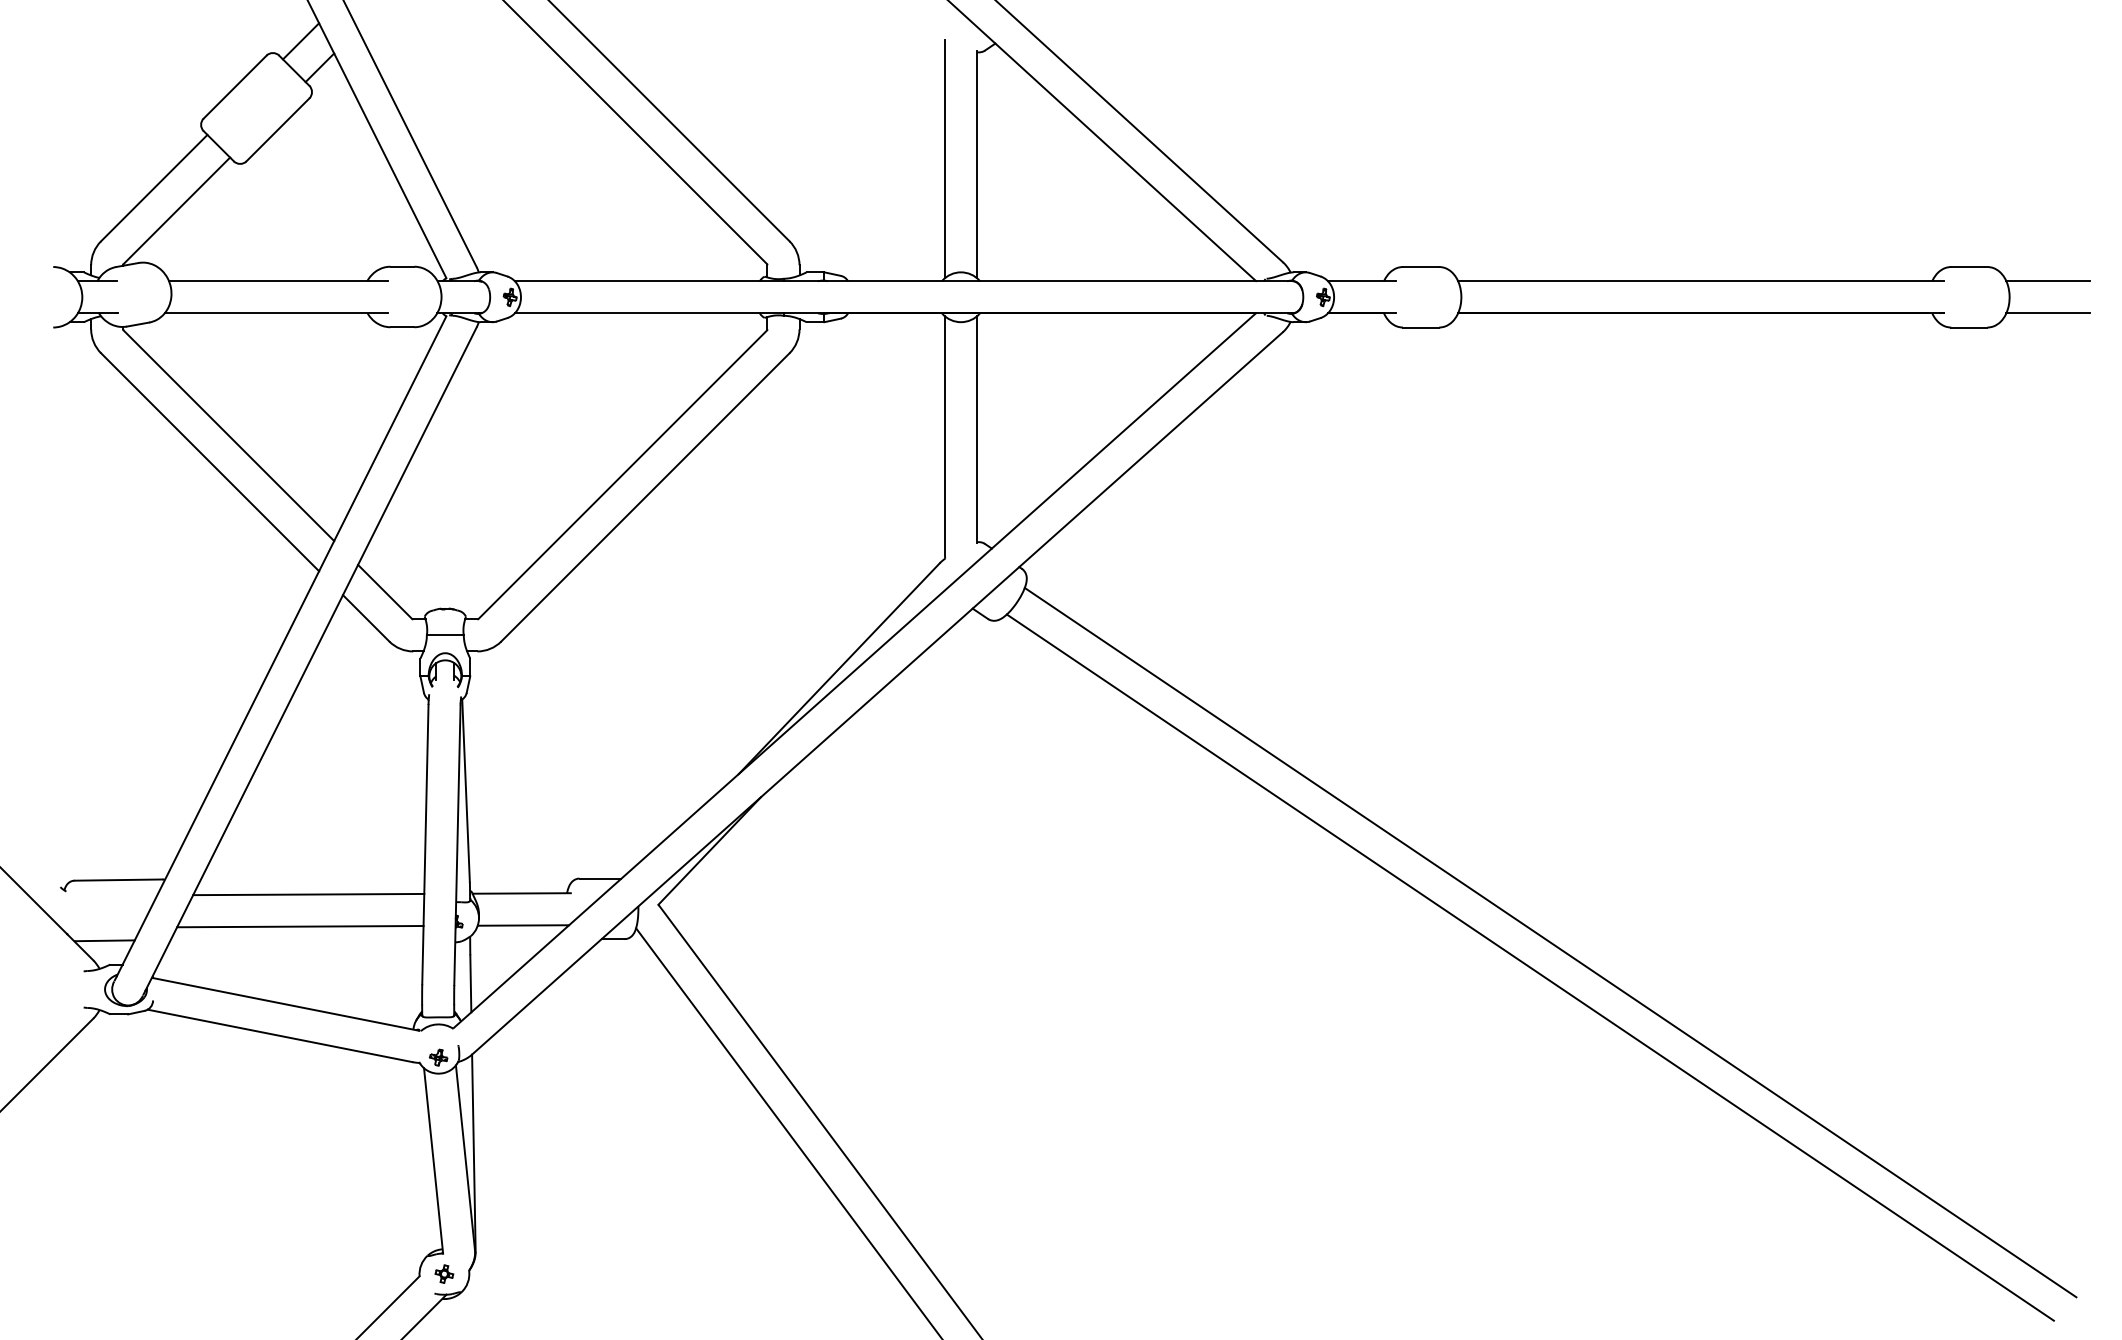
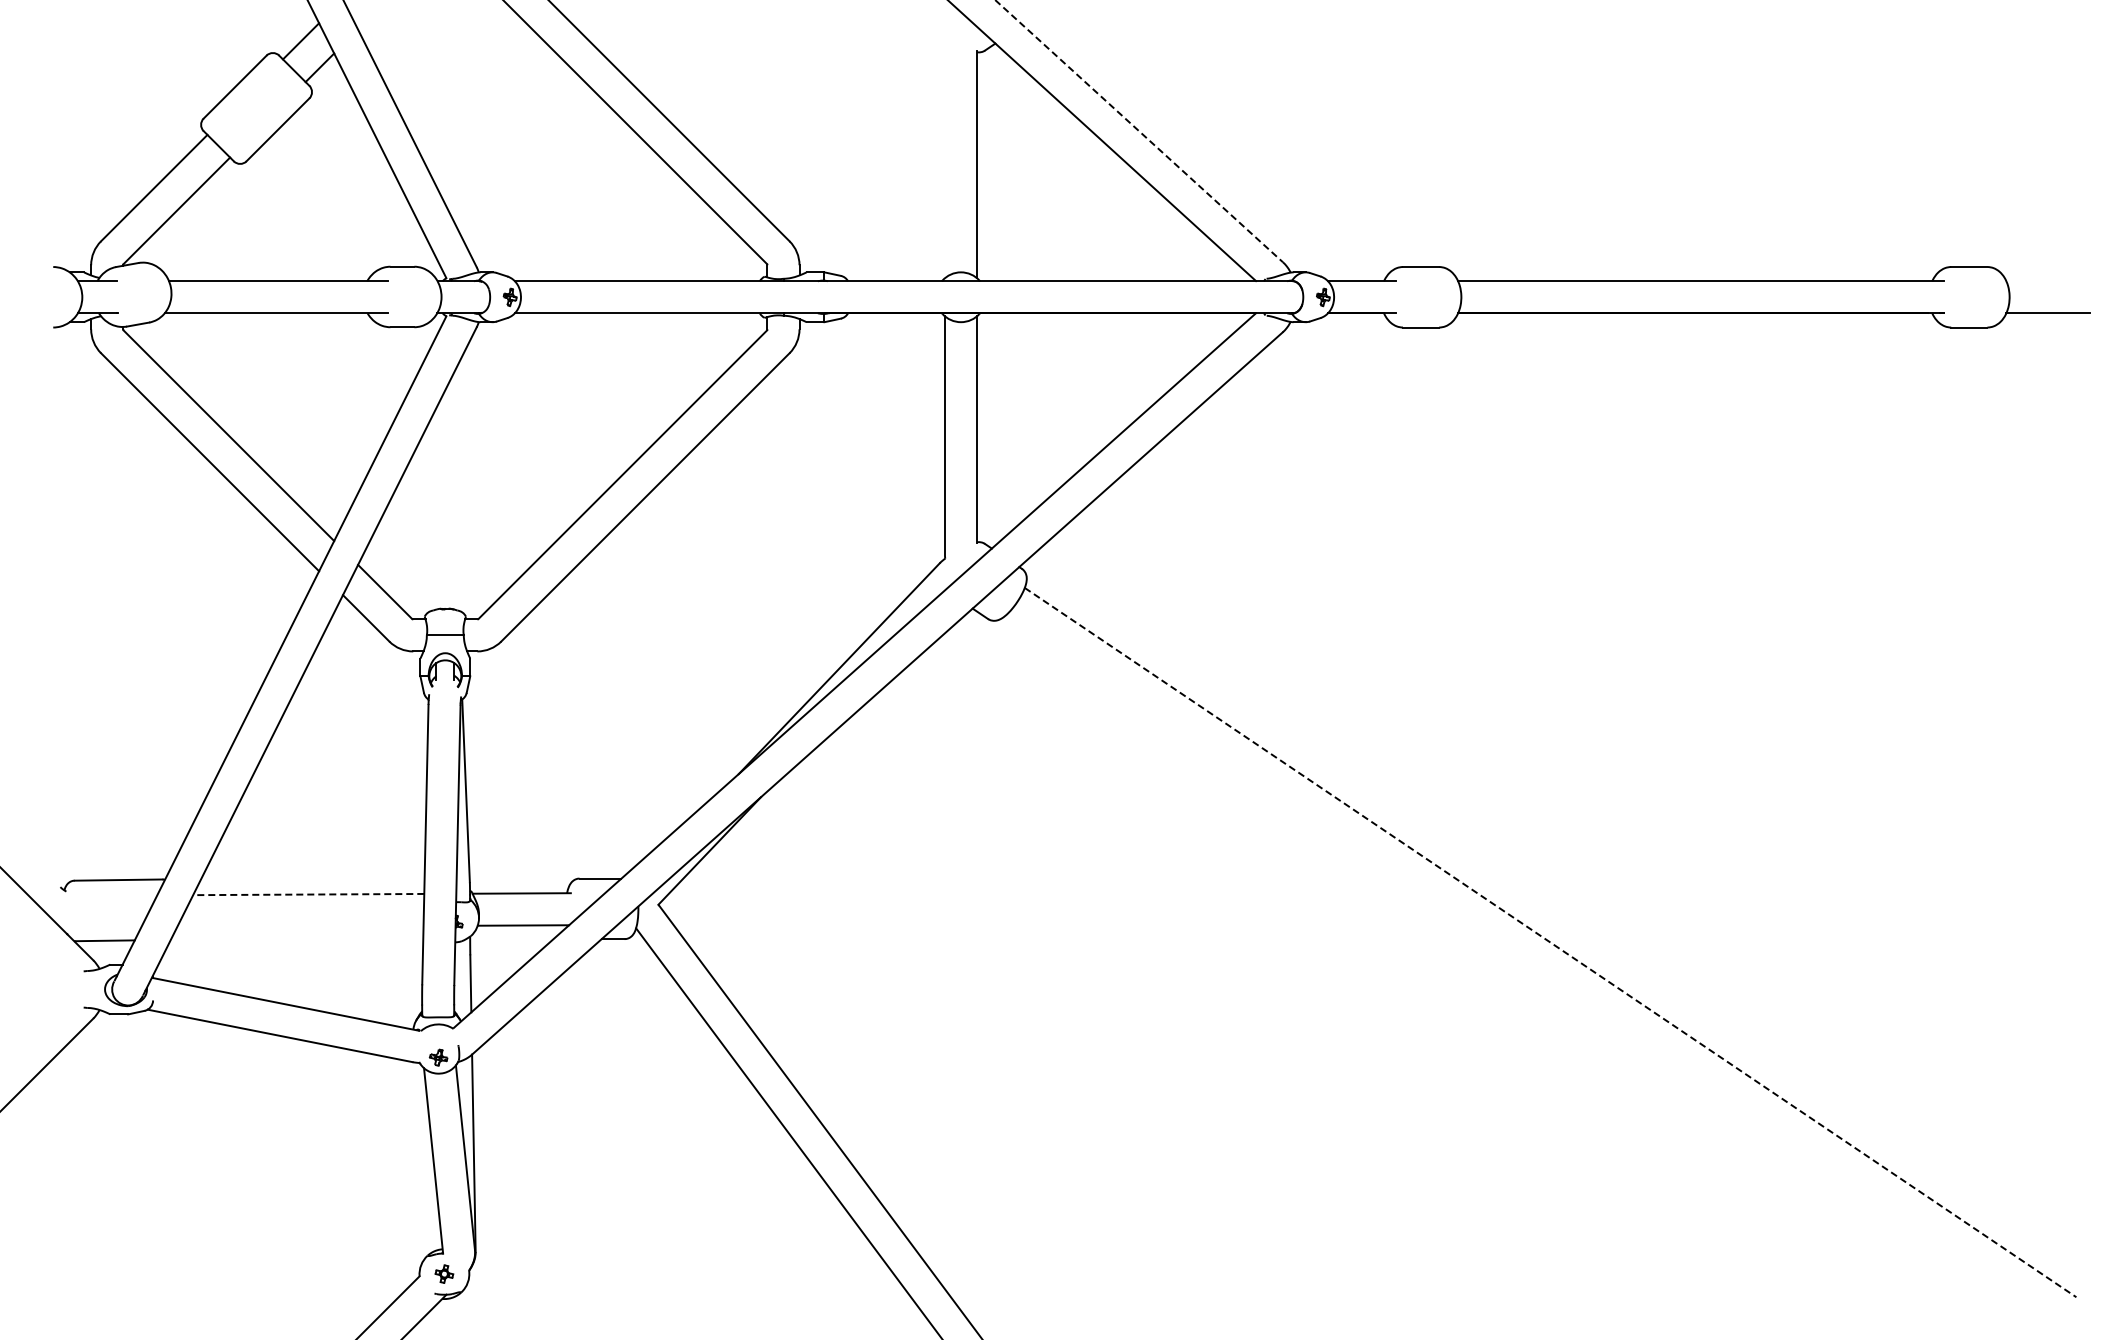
line at (1139, 131): solid -> dashed
line at (944, 159): present -> none
line at (2047, 281): present -> none
line at (308, 894): solid -> dashed
line at (300, 926): present -> none
line at (1551, 942): solid -> dashed
line at (1529, 967): present -> none
